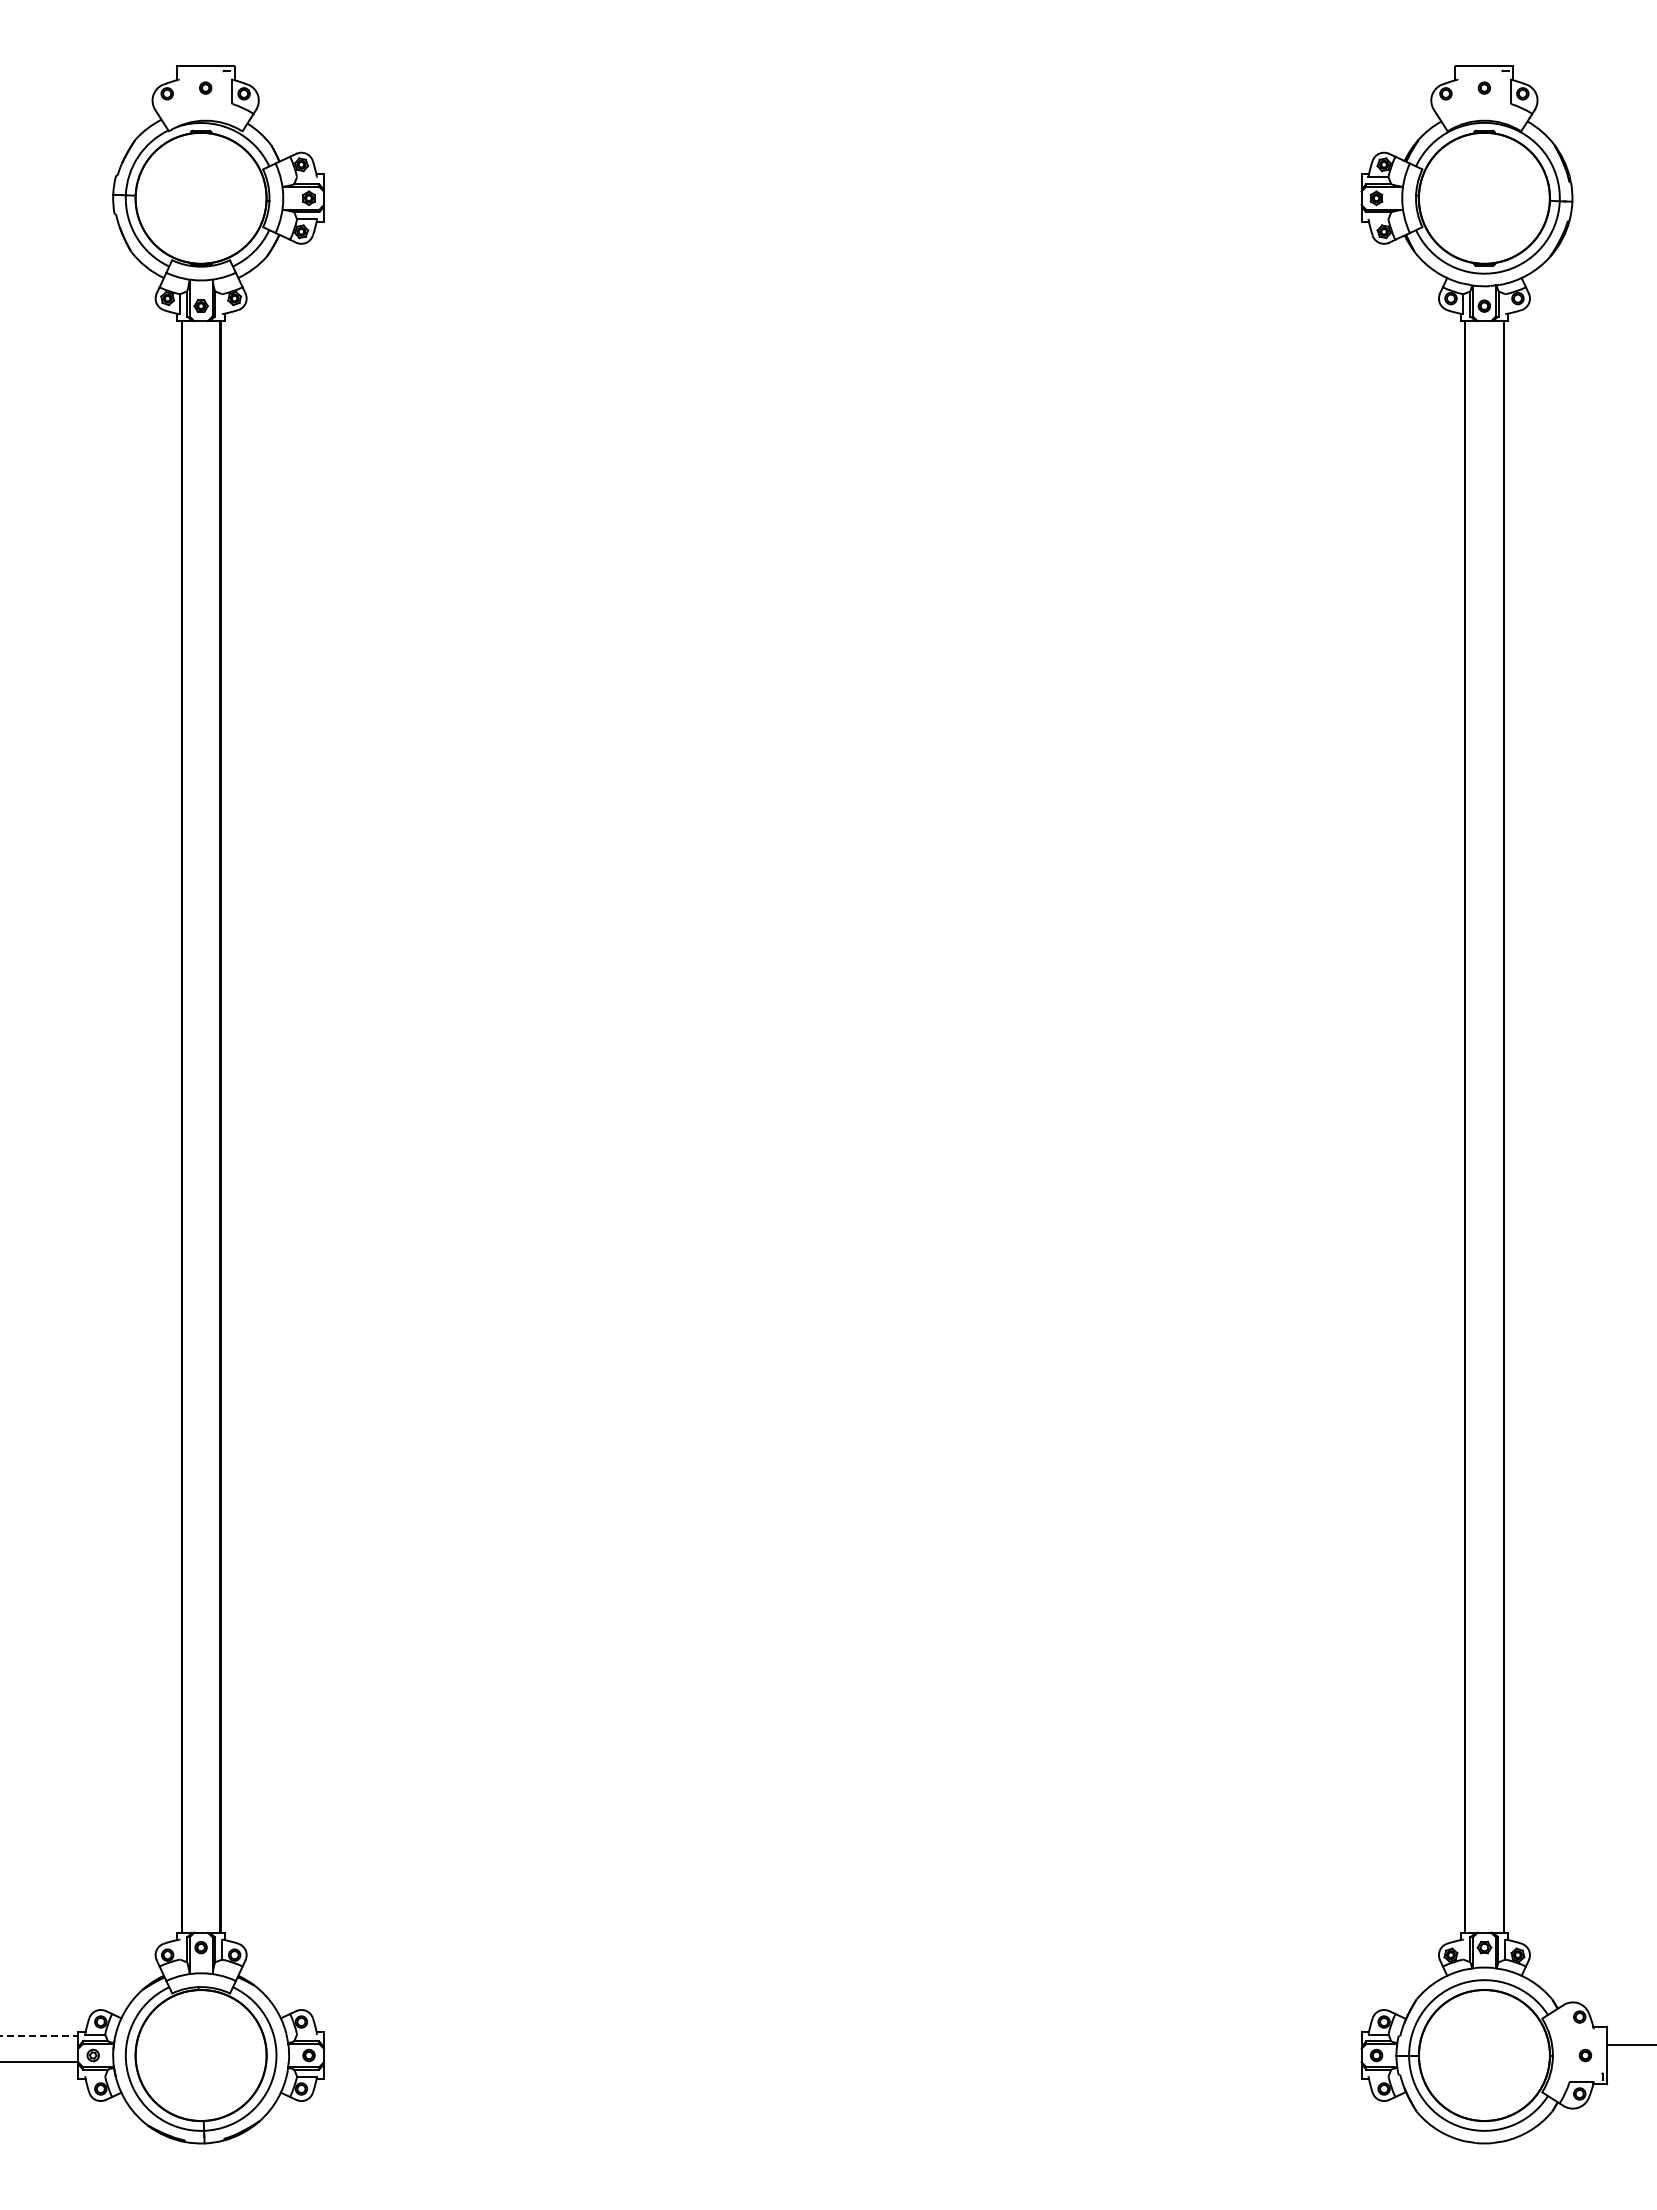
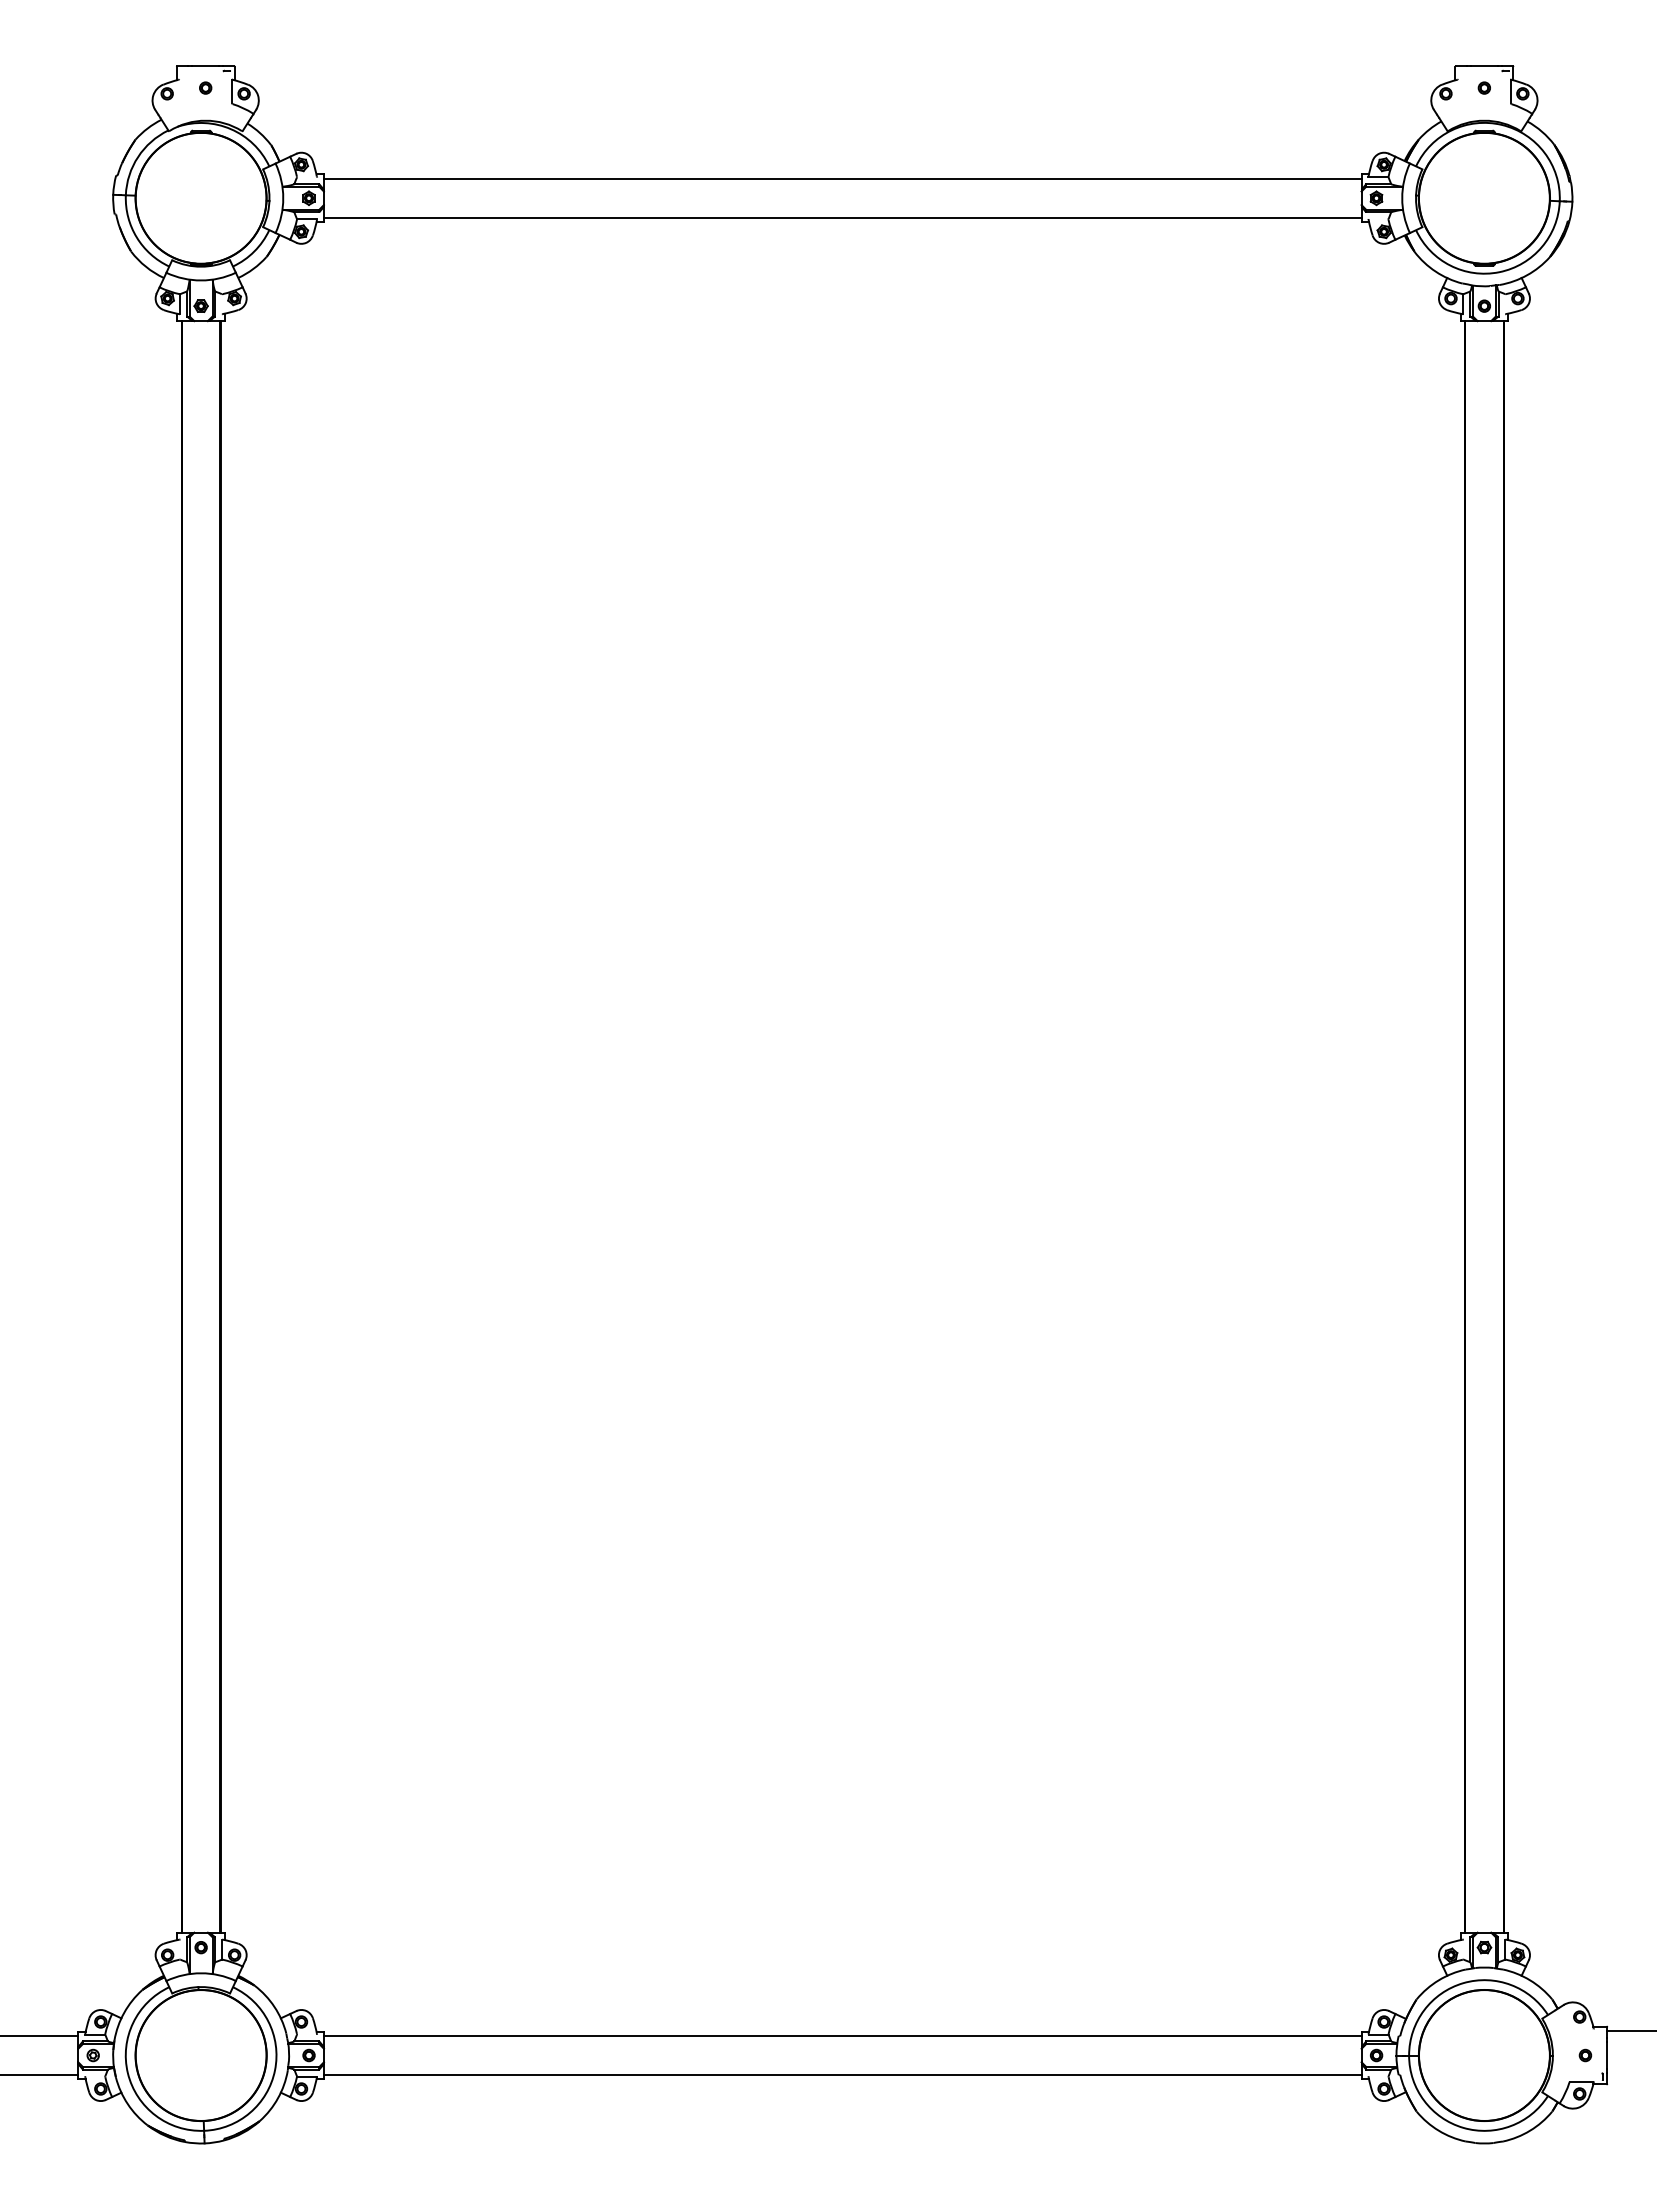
line at (842, 178): none -> present
line at (842, 217): none -> present
line at (39, 2036): dashed -> solid
line at (842, 2036): none -> present
line at (1630, 2045) position: (1630, 2045) -> (1630, 2031)
line at (40, 2061) position: (40, 2061) -> (40, 2074)
line at (842, 2074): none -> present
